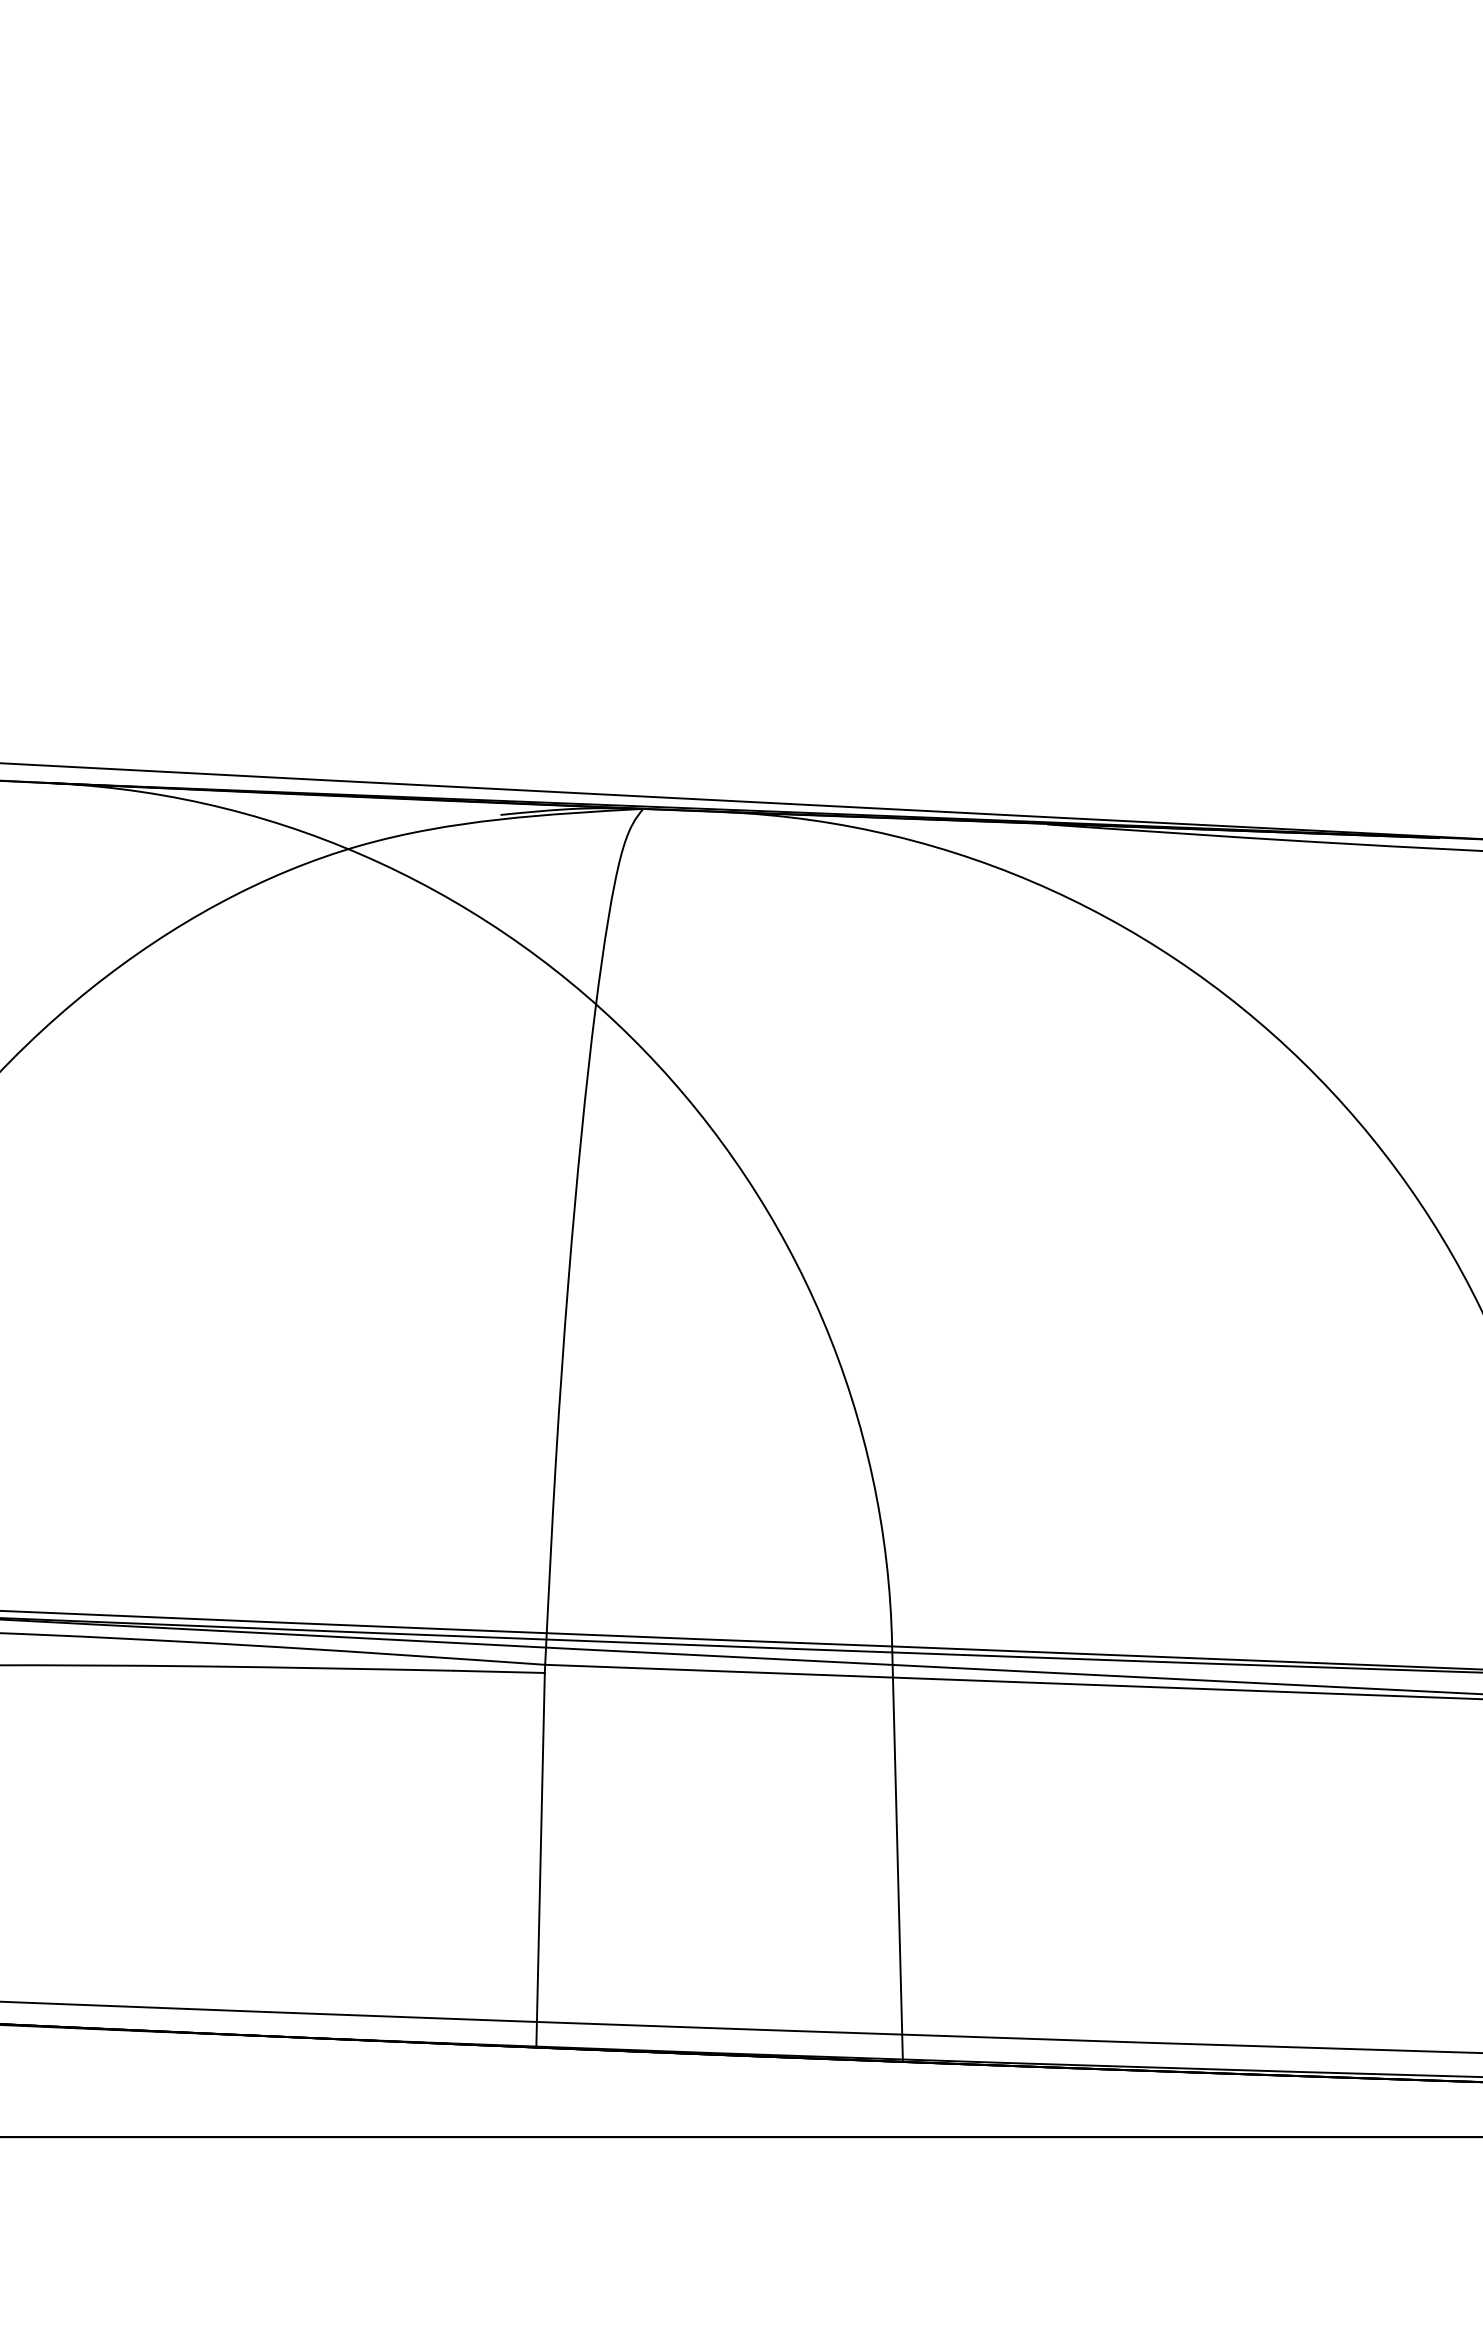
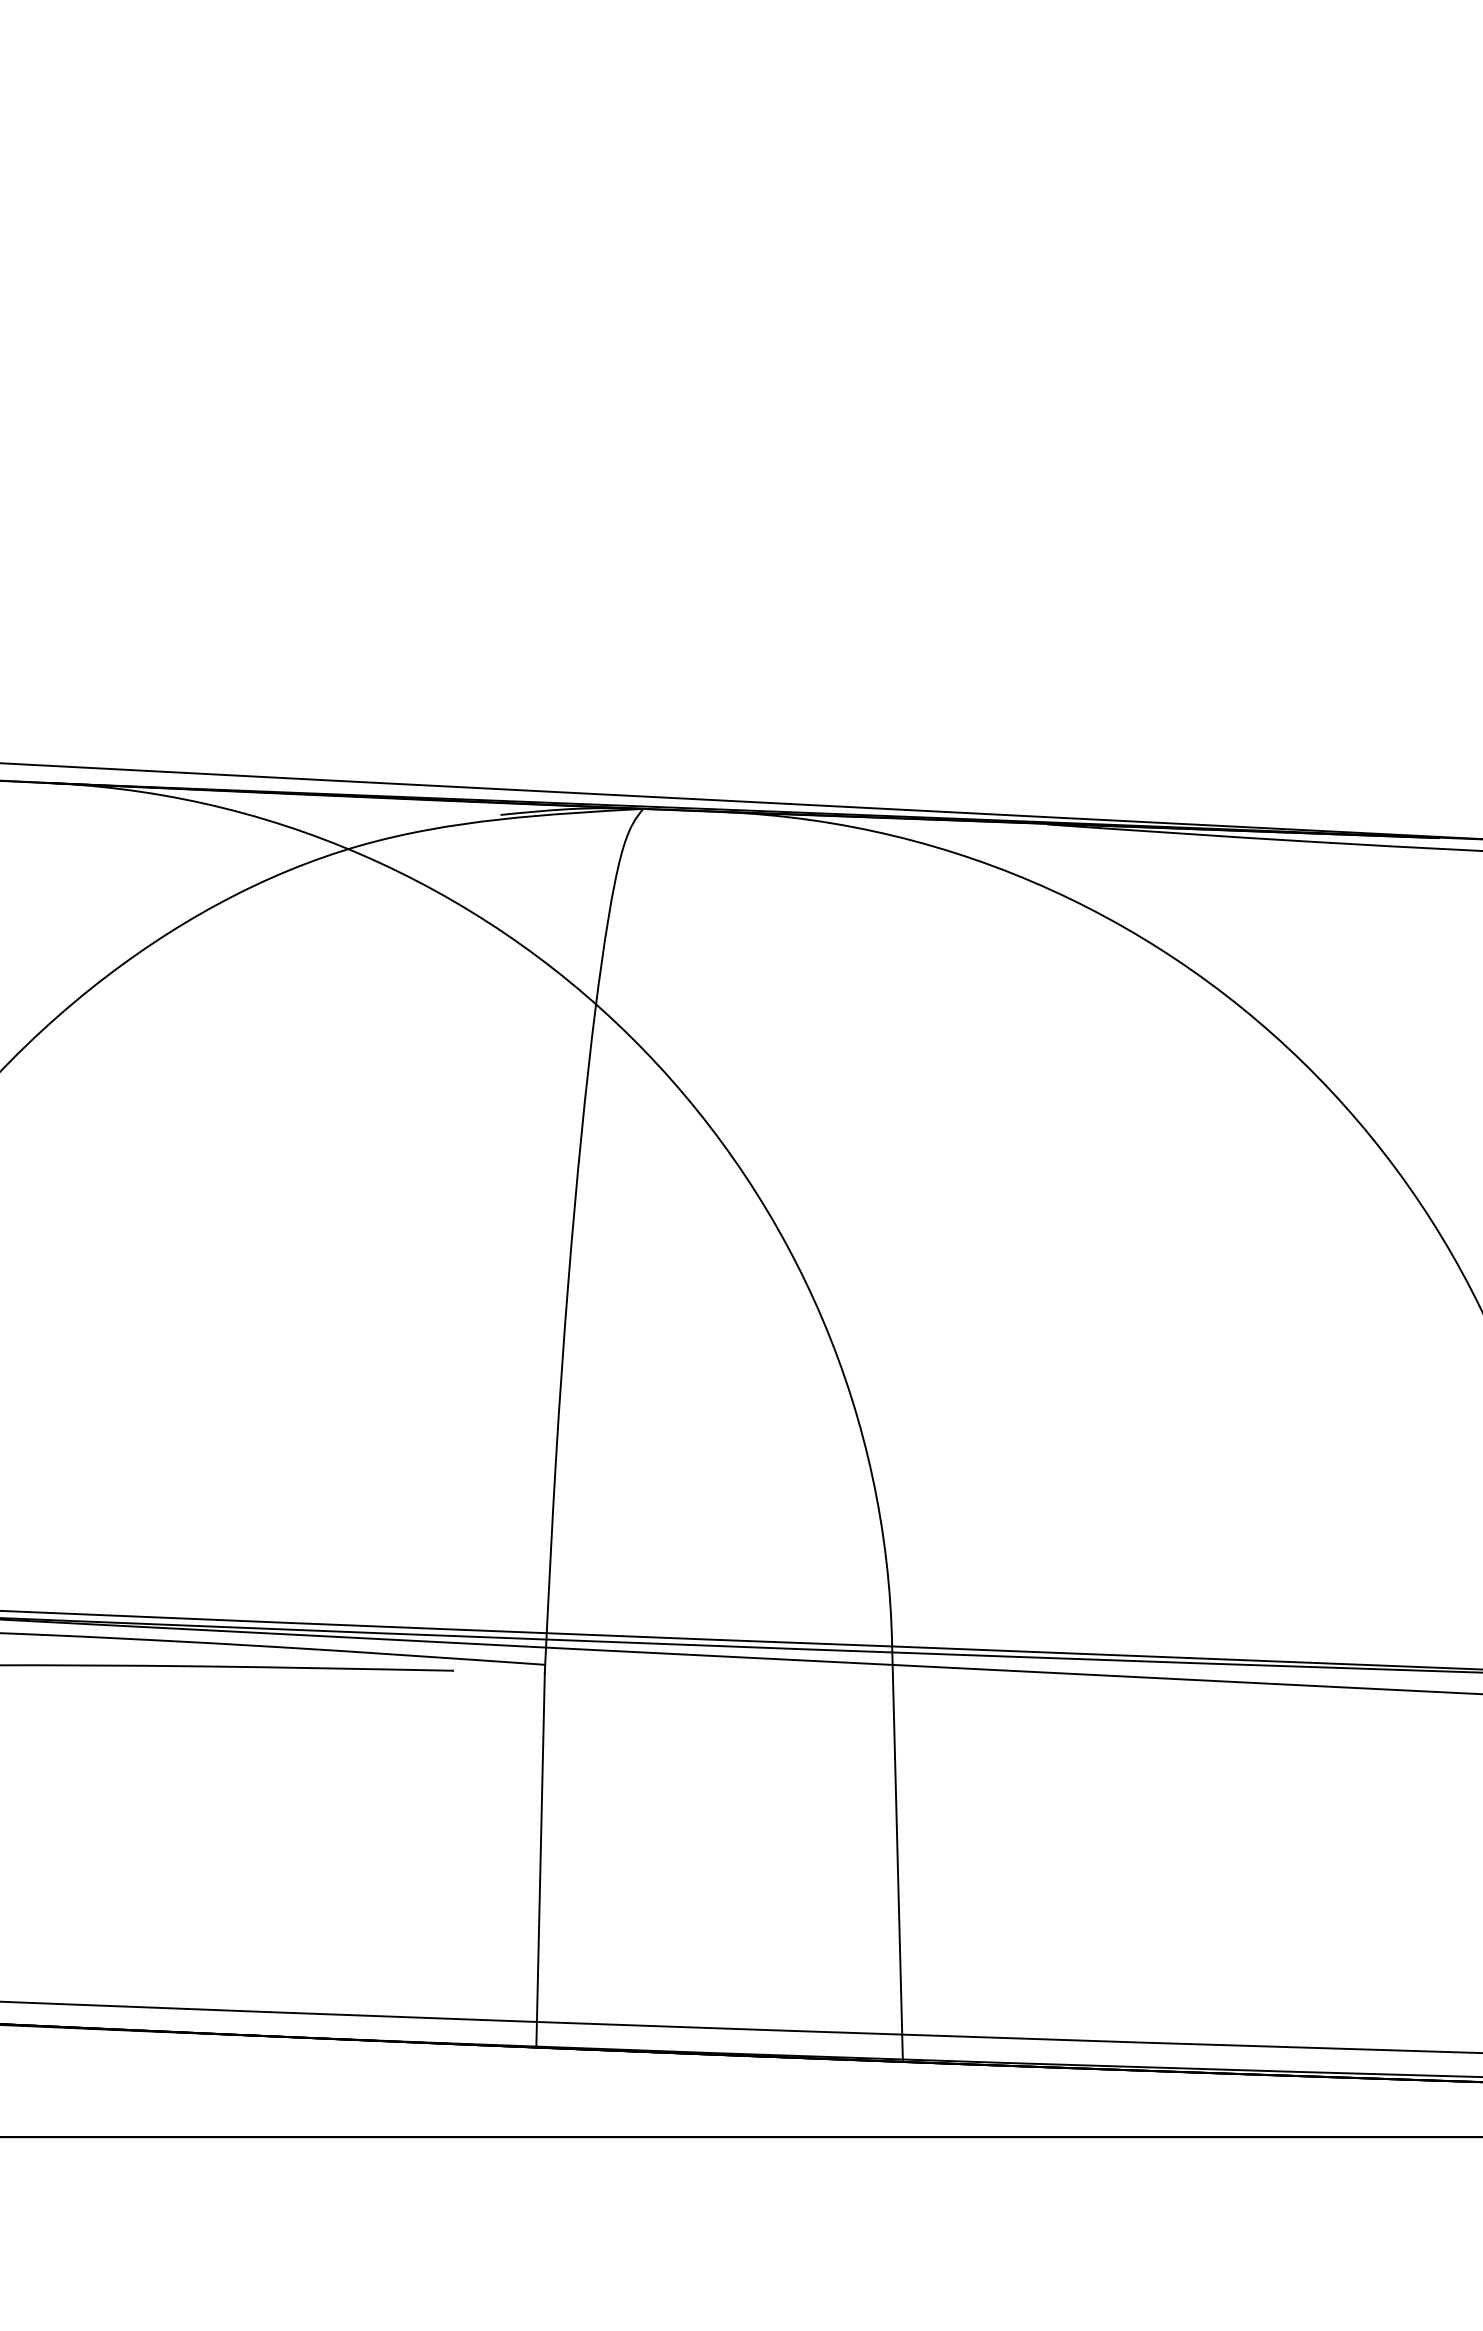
line at (499, 1671): present -> none
line at (1012, 1681): present -> none
